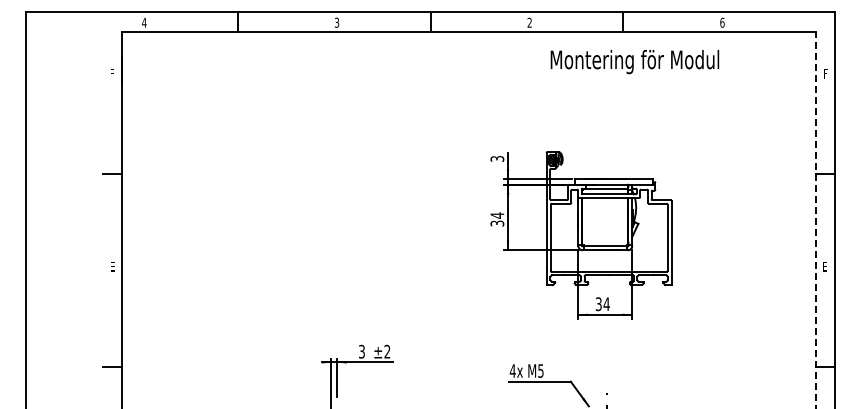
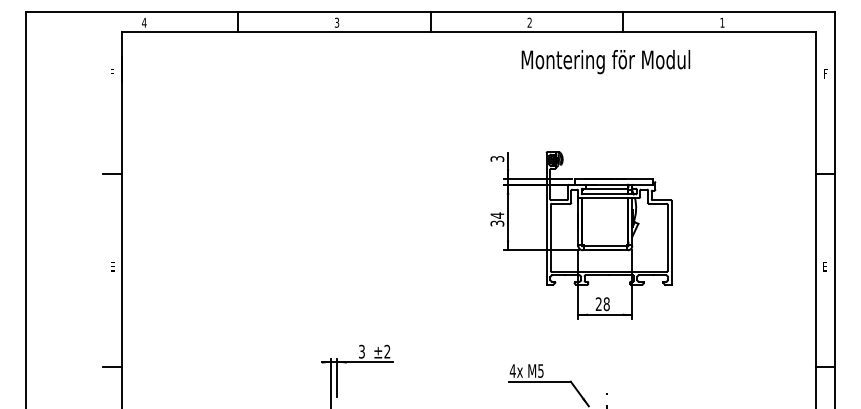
text at (722, 22): 6 -> 1
text at (634, 62) position: (634, 62) -> (605, 62)
line at (815, 219): dashed -> solid
text at (602, 304): 34 -> 28
